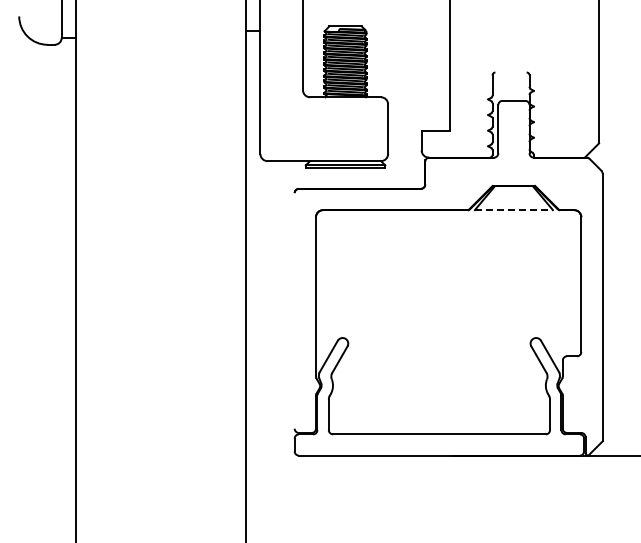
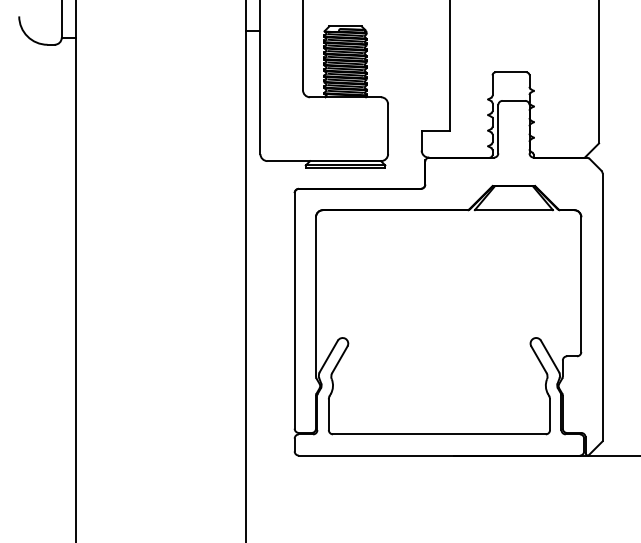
line at (510, 72): none -> present
line at (514, 210): dashed -> solid
line at (294, 310): none -> present
